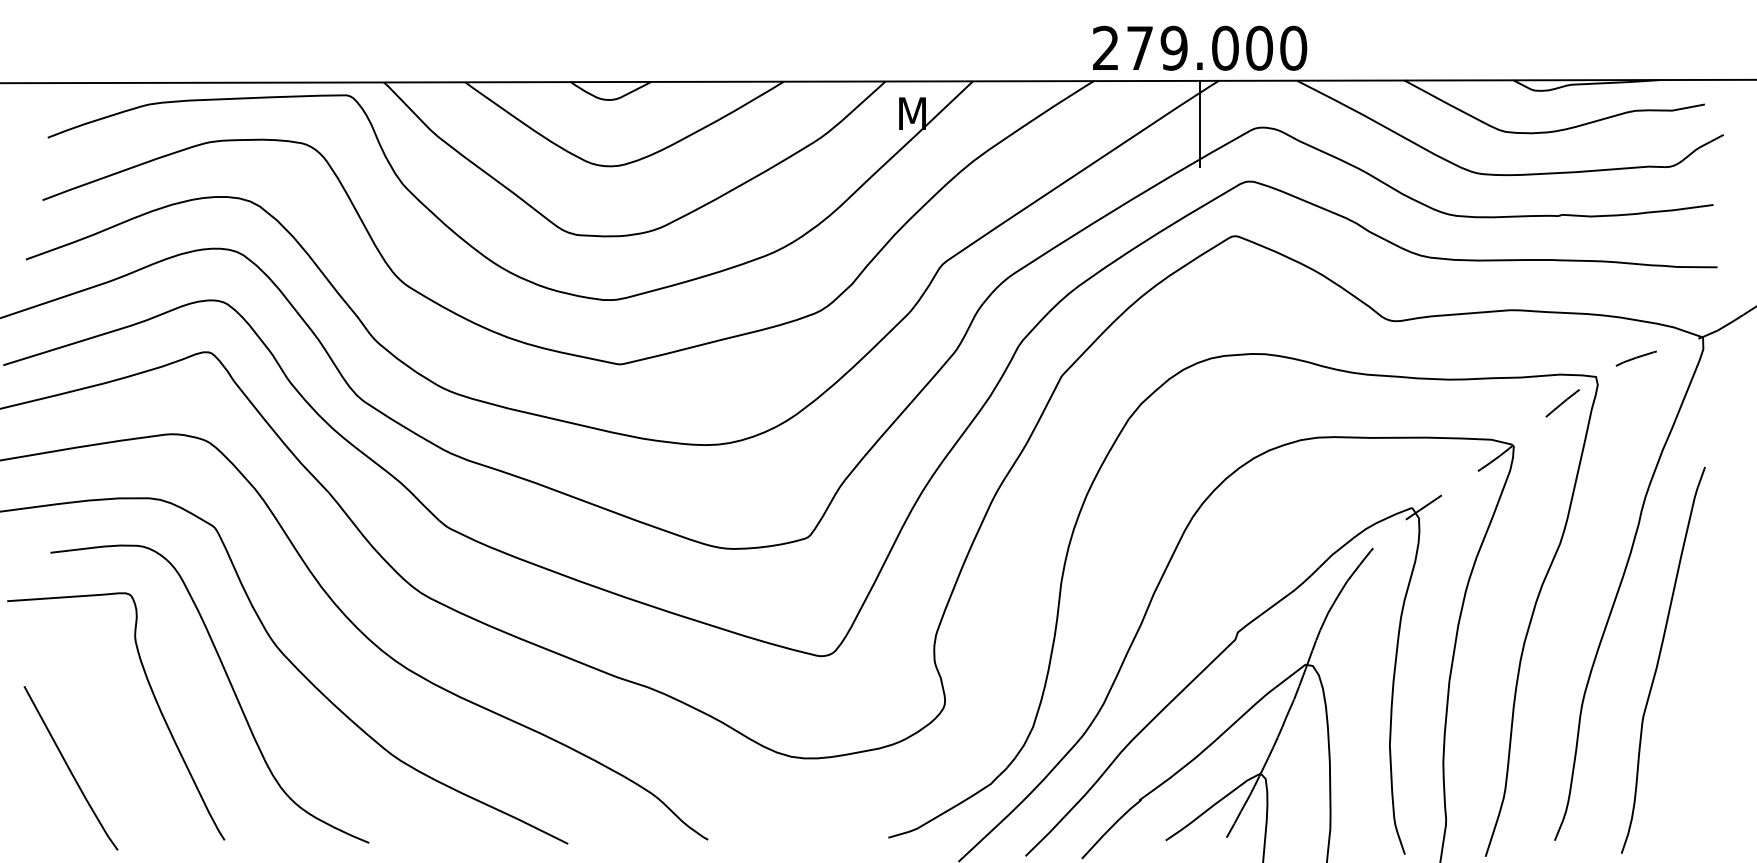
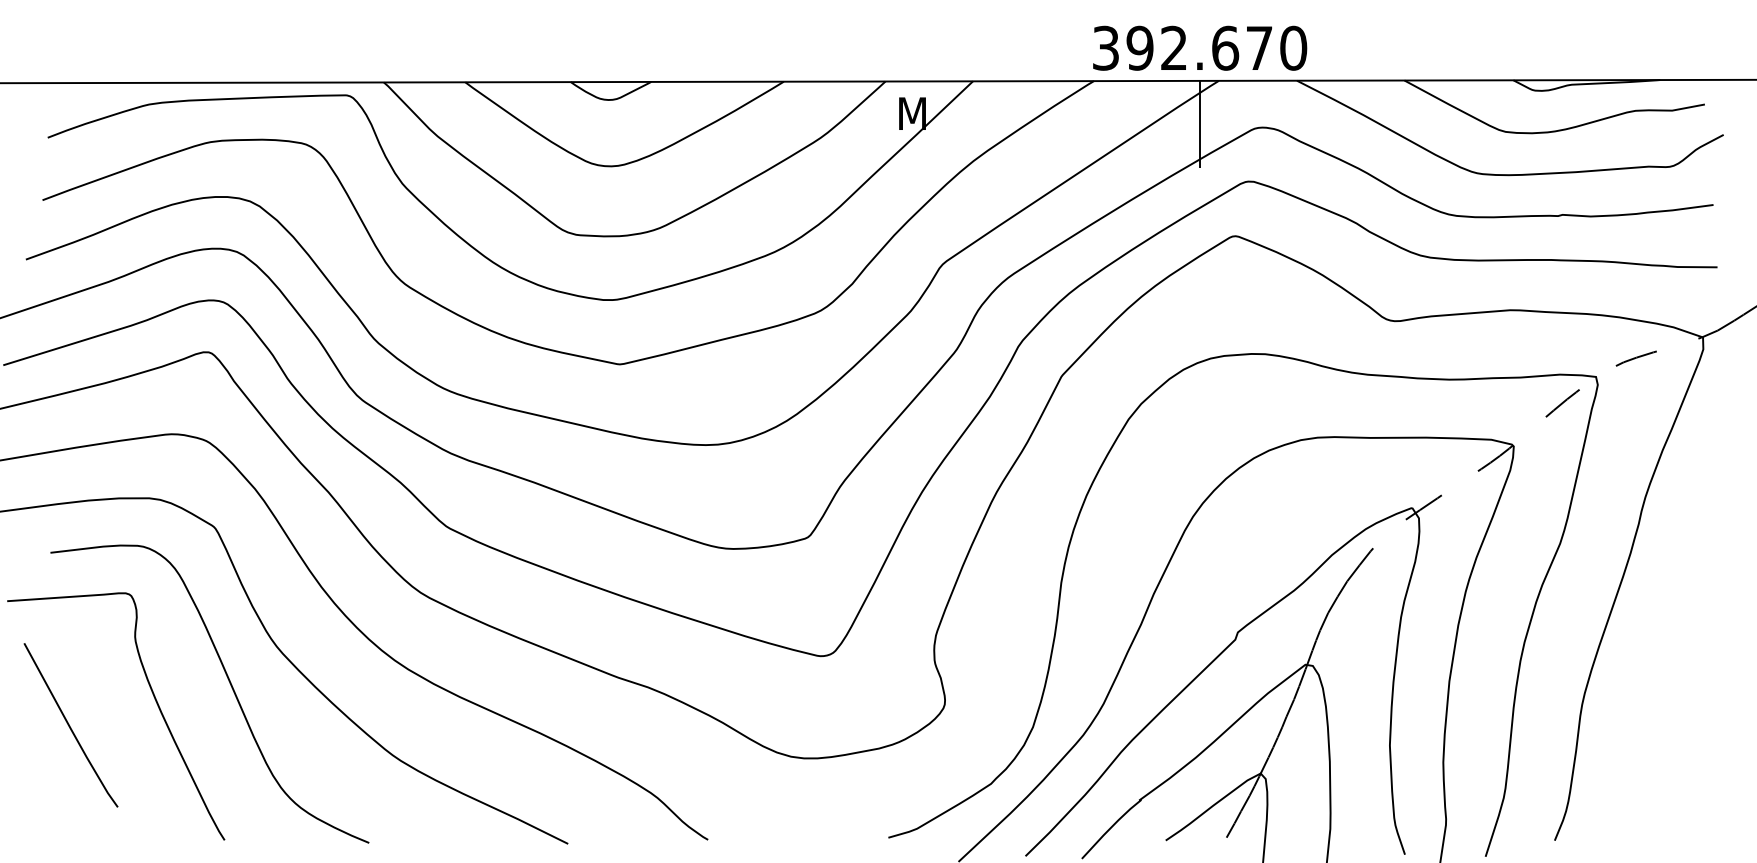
text at (1183, 47): 279.000 -> 392.670
curve at (1659, 659): present -> none
line at (70, 768) position: (70, 768) -> (70, 725)
